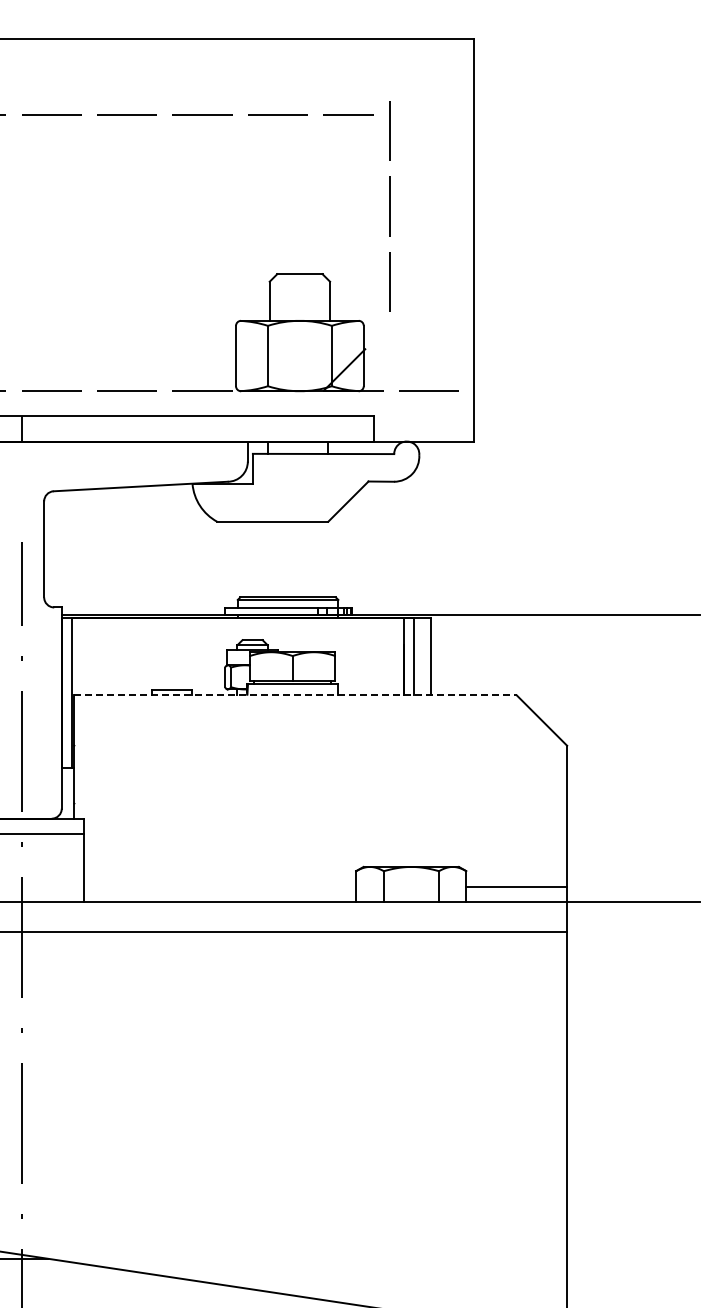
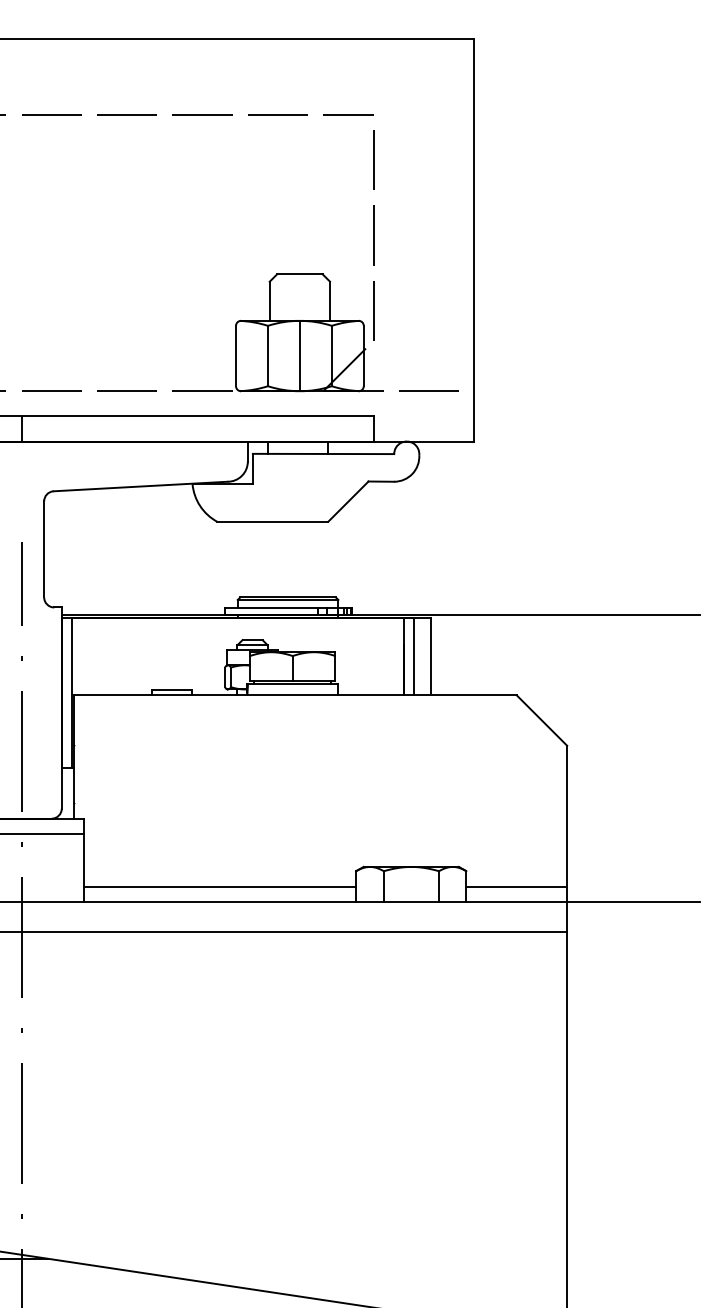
line at (389, 206) position: (389, 206) -> (373, 235)
line at (299, 355): none -> present
line at (296, 695): dashed -> solid
line at (220, 886): none -> present
